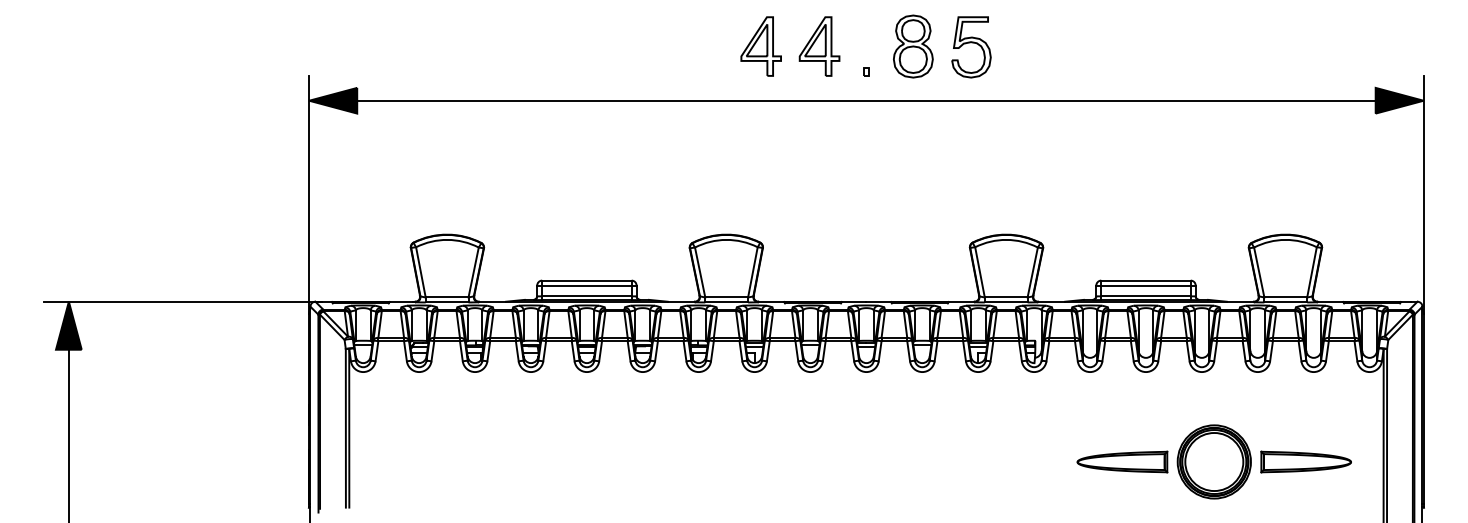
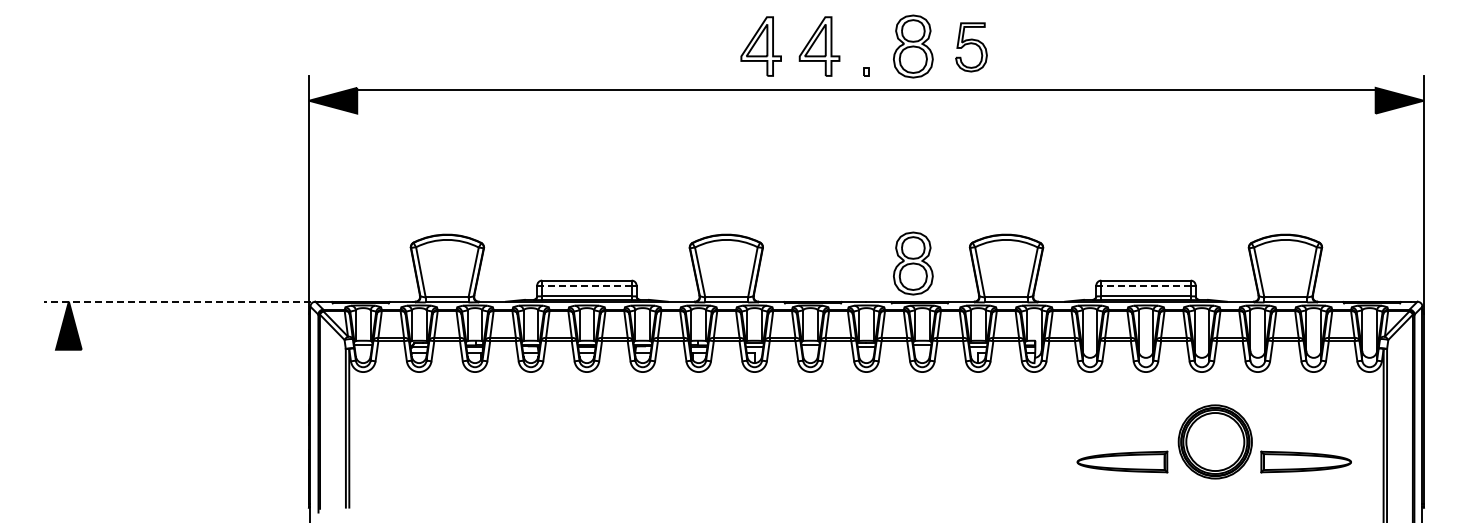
part at (971, 47) size: 41x63 px -> 33x51 px
line at (866, 100) position: (866, 100) -> (866, 89)
part at (913, 263): none -> present
line at (586, 285): solid -> dashed
line at (1146, 285): solid -> dashed
line at (182, 301): solid -> dashed
line at (68, 434): present -> none
part at (1213, 461) position: (1213, 461) -> (1214, 441)
